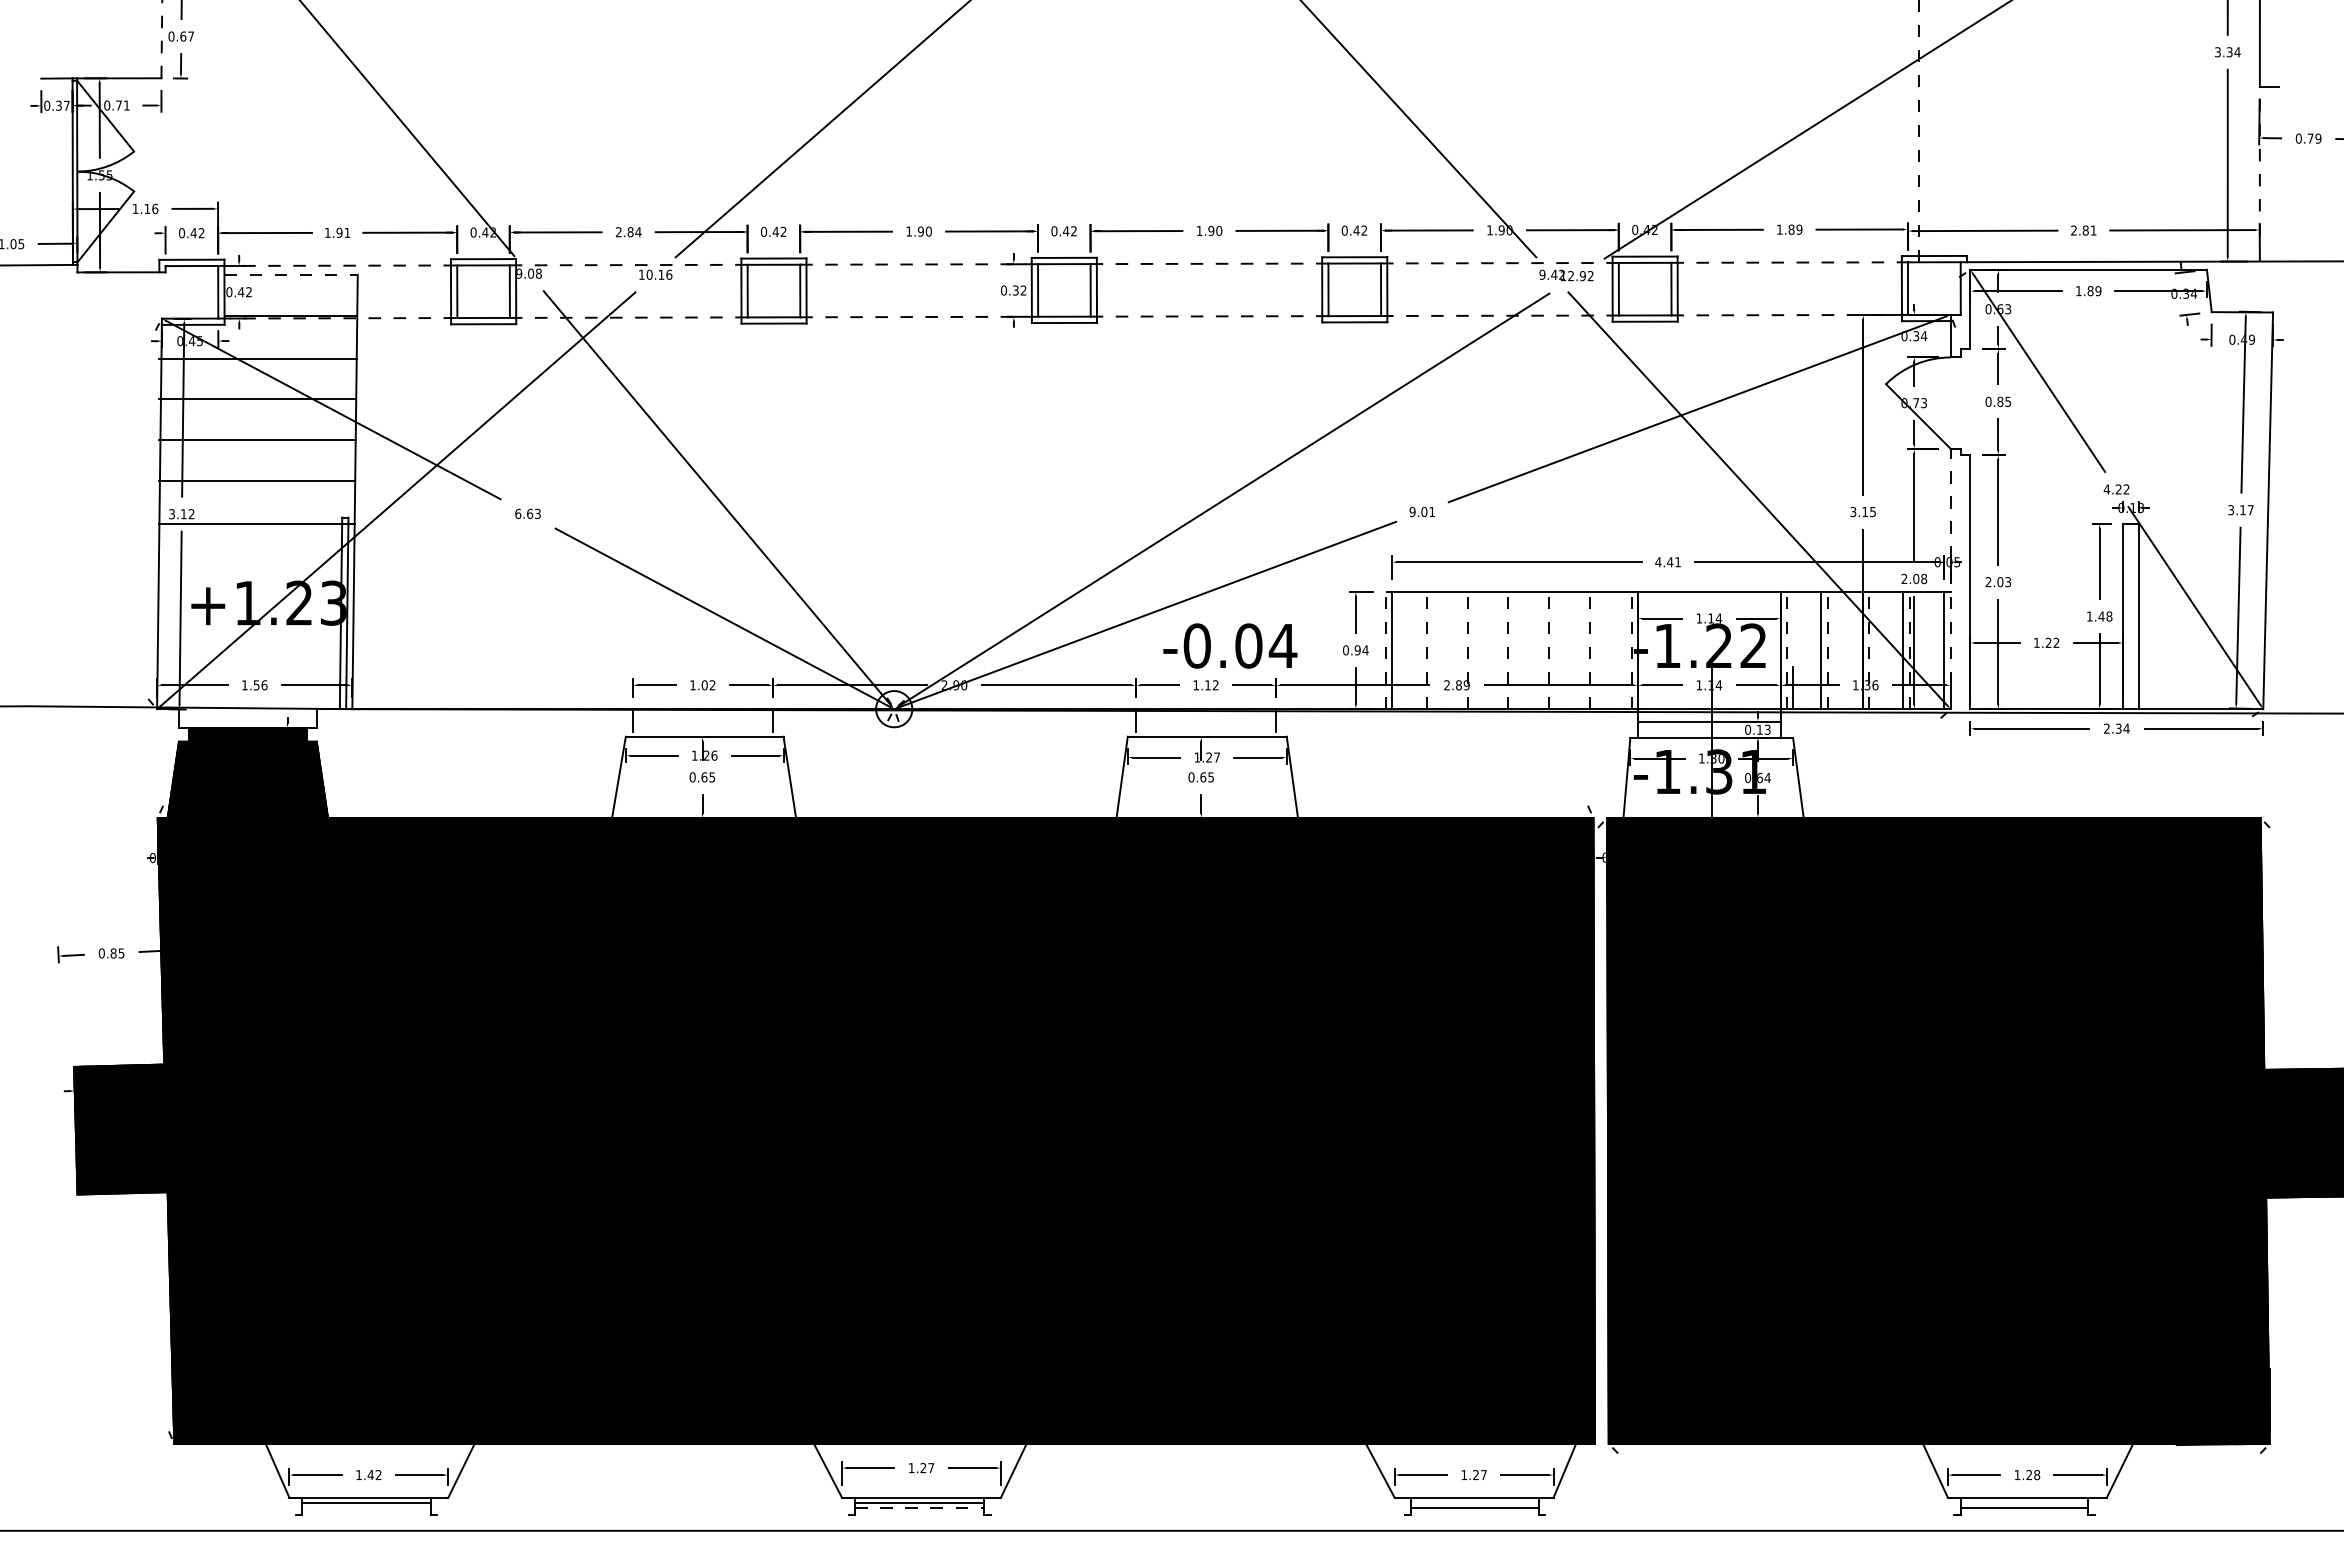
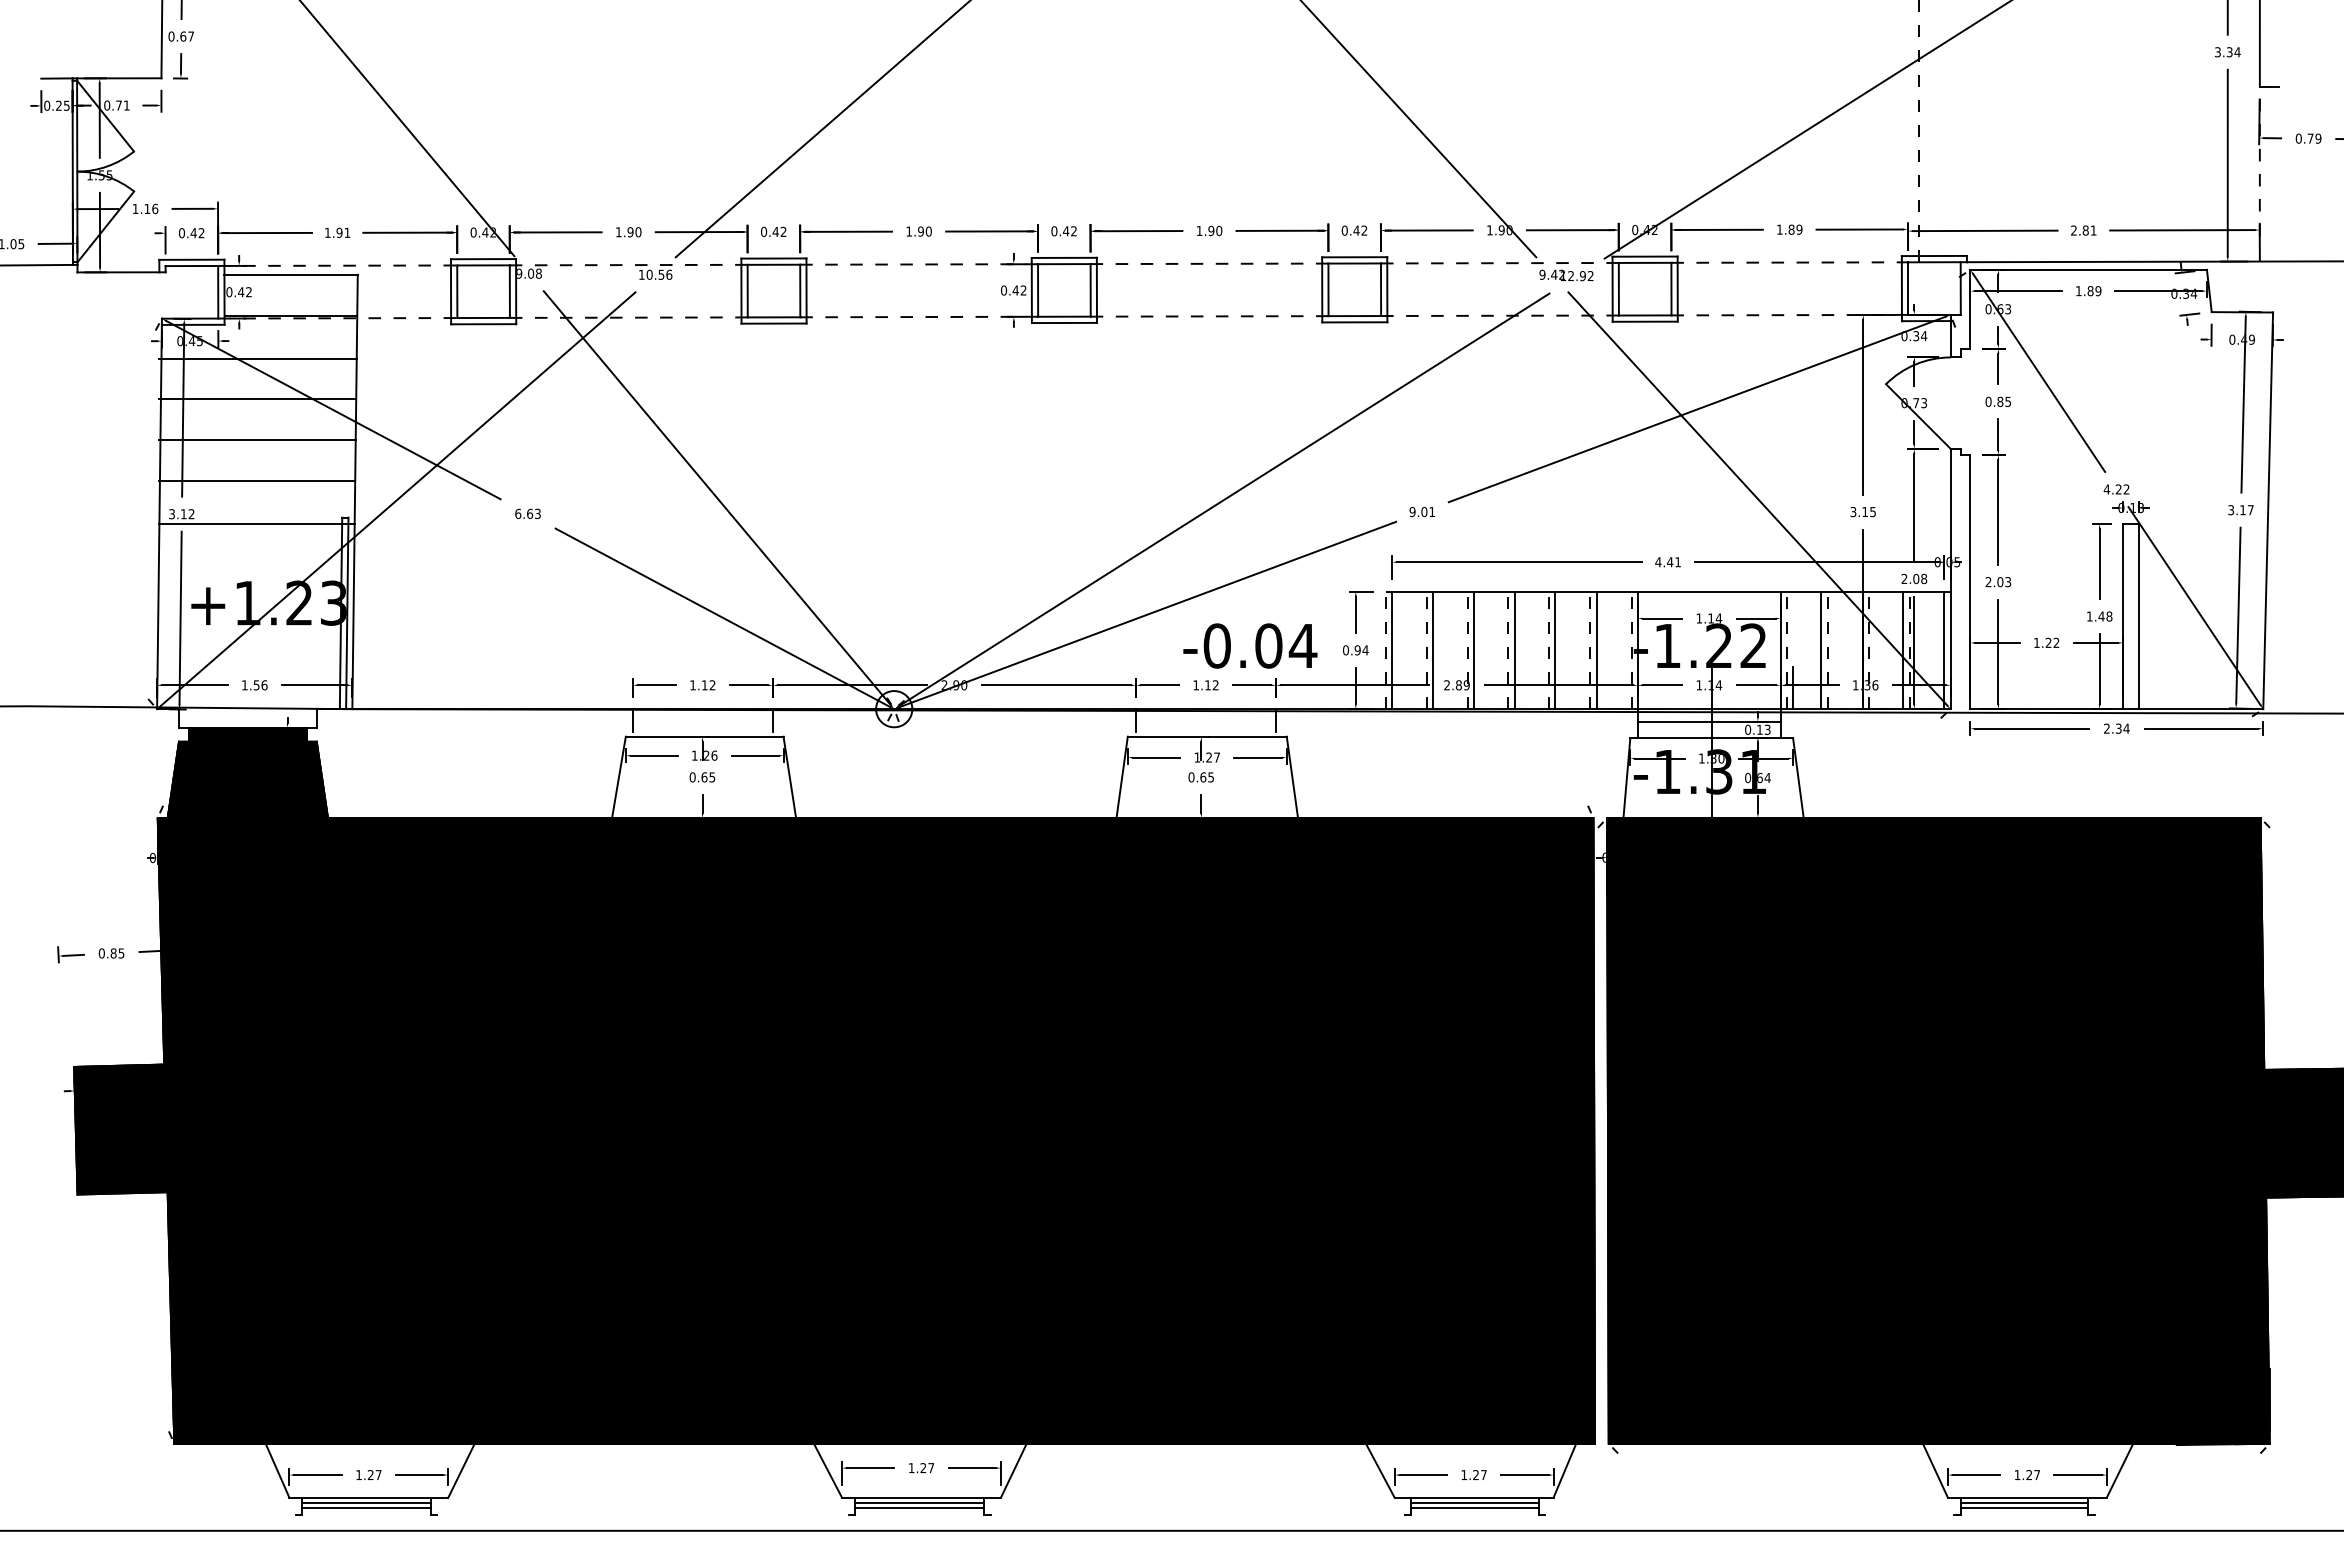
line at (161, 39): dashed -> solid
text at (62, 105): 0.37 -> 0.25
text at (628, 232): 2.84 -> 1.90
line at (291, 274): dashed -> solid
text at (661, 274): 10.16 -> 10.56
text at (1015, 290): 0.32 -> 0.42
line at (1950, 578): dashed -> solid
text at (1230, 645) position: (1230, 645) -> (1250, 645)
line at (1433, 650): none -> present
line at (1474, 650): none -> present
line at (1514, 650): none -> present
line at (1555, 650): none -> present
line at (1596, 650): none -> present
text at (704, 685): 1.02 -> 1.12
text at (374, 1475): 1.42 -> 1.27
text at (2037, 1475): 1.28 -> 1.27
line at (1474, 1502): none -> present
line at (2024, 1502): none -> present
line at (366, 1507): none -> present
line at (920, 1507): dashed -> solid
